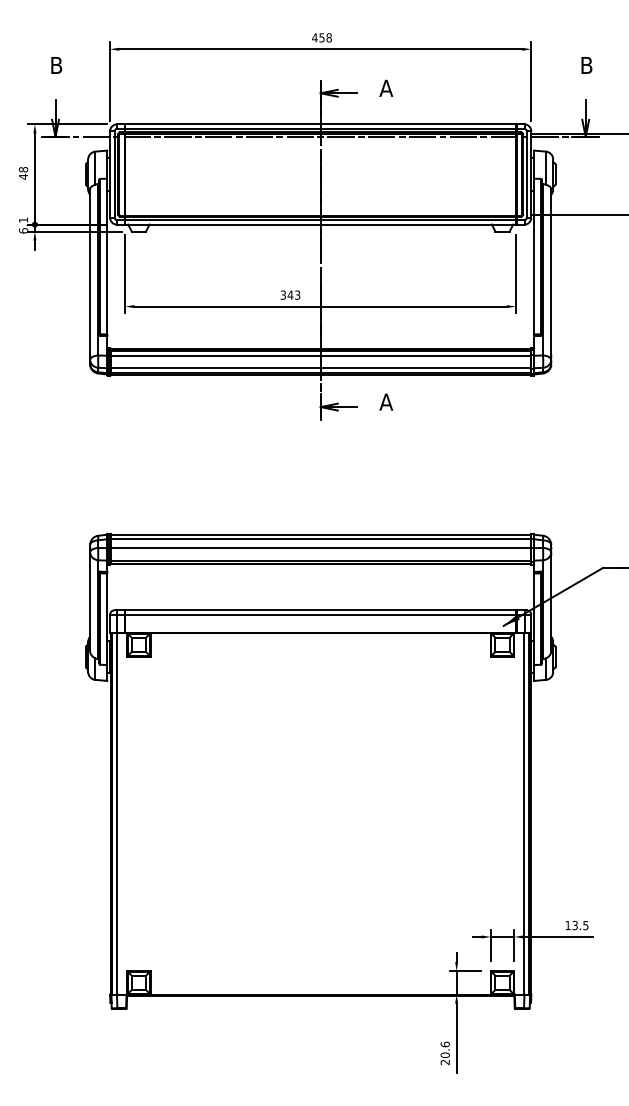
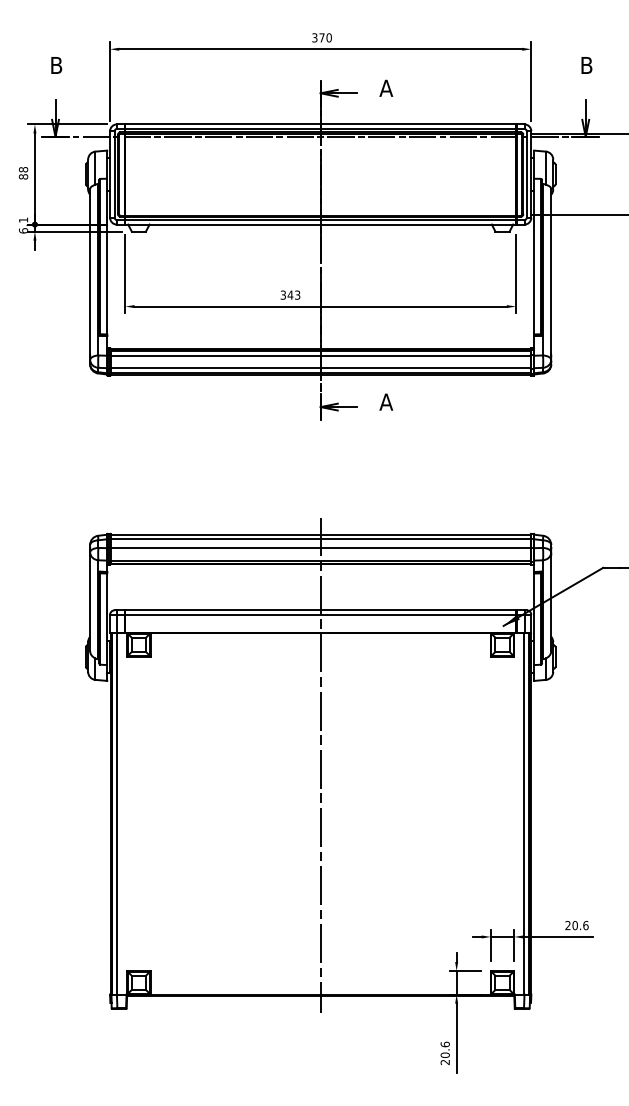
text at (321, 37): 458 -> 370
text at (23, 176): 48 -> 88
line at (320, 765): none -> present
text at (576, 925): 13.5 -> 20.6
